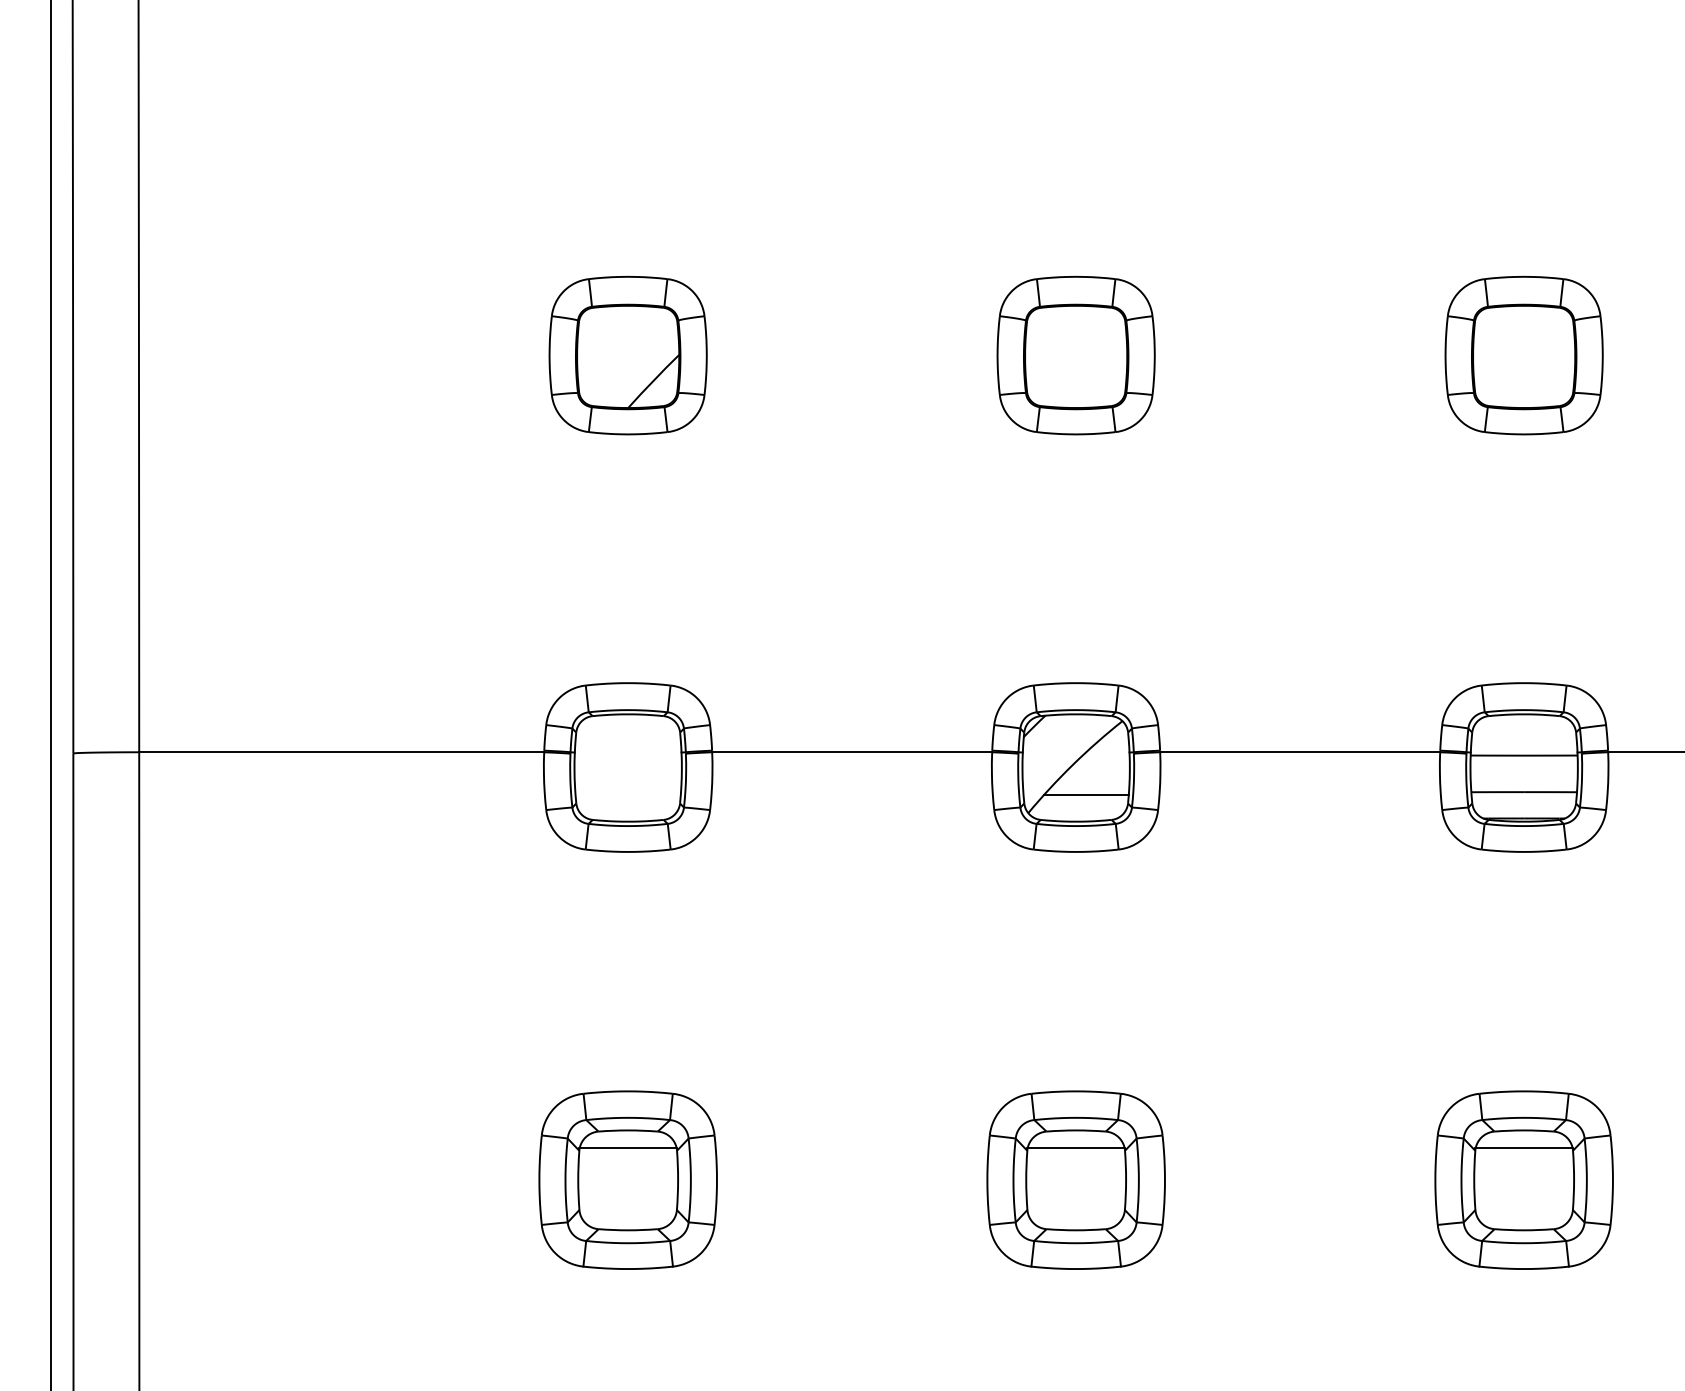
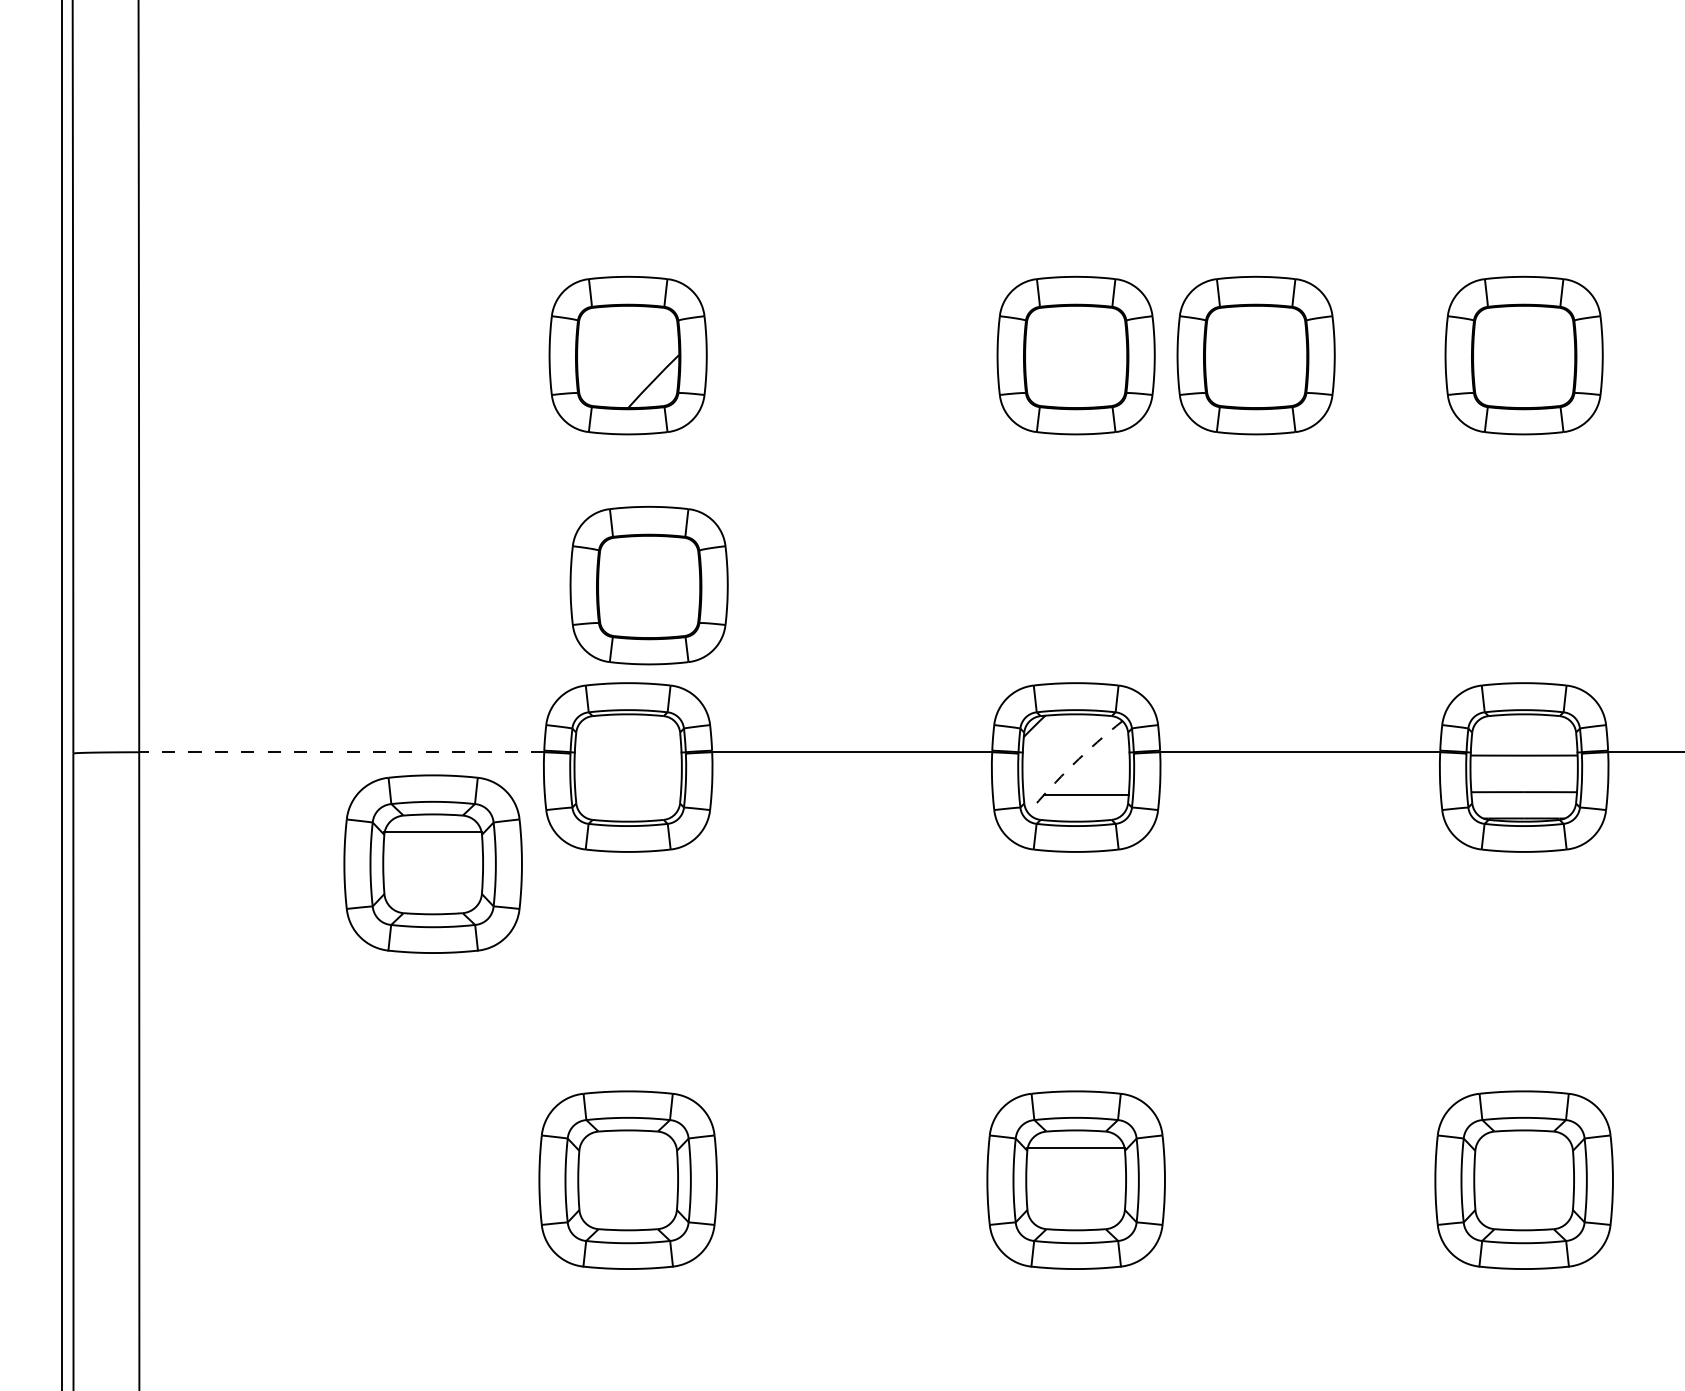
part at (1255, 355): none -> present
part at (648, 585): none -> present
line at (50, 694) position: (50, 694) -> (61, 694)
line at (341, 752): solid -> dashed
arc at (1073, 764): solid -> dashed
part at (432, 863): none -> present
line at (628, 1147): present -> none
line at (1524, 1147): present -> none
